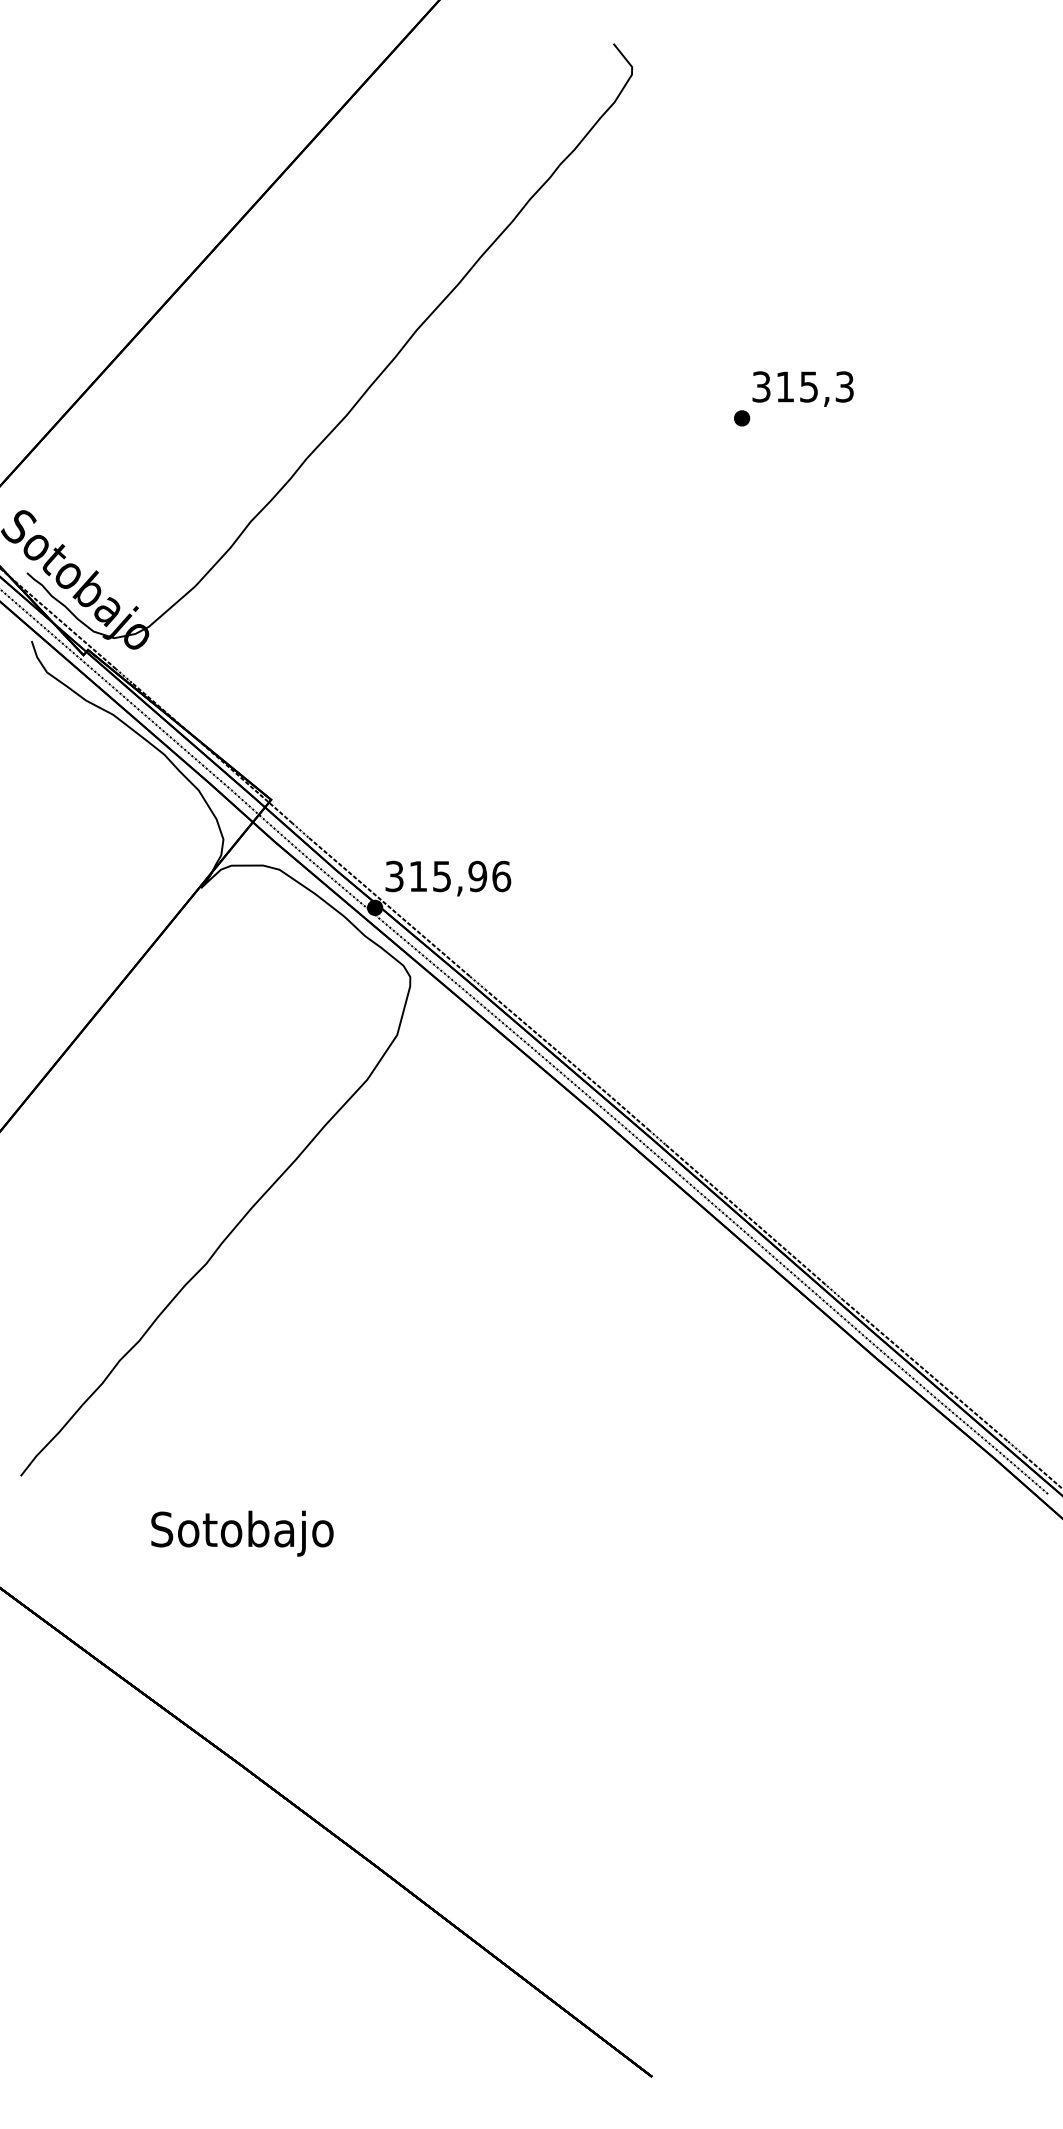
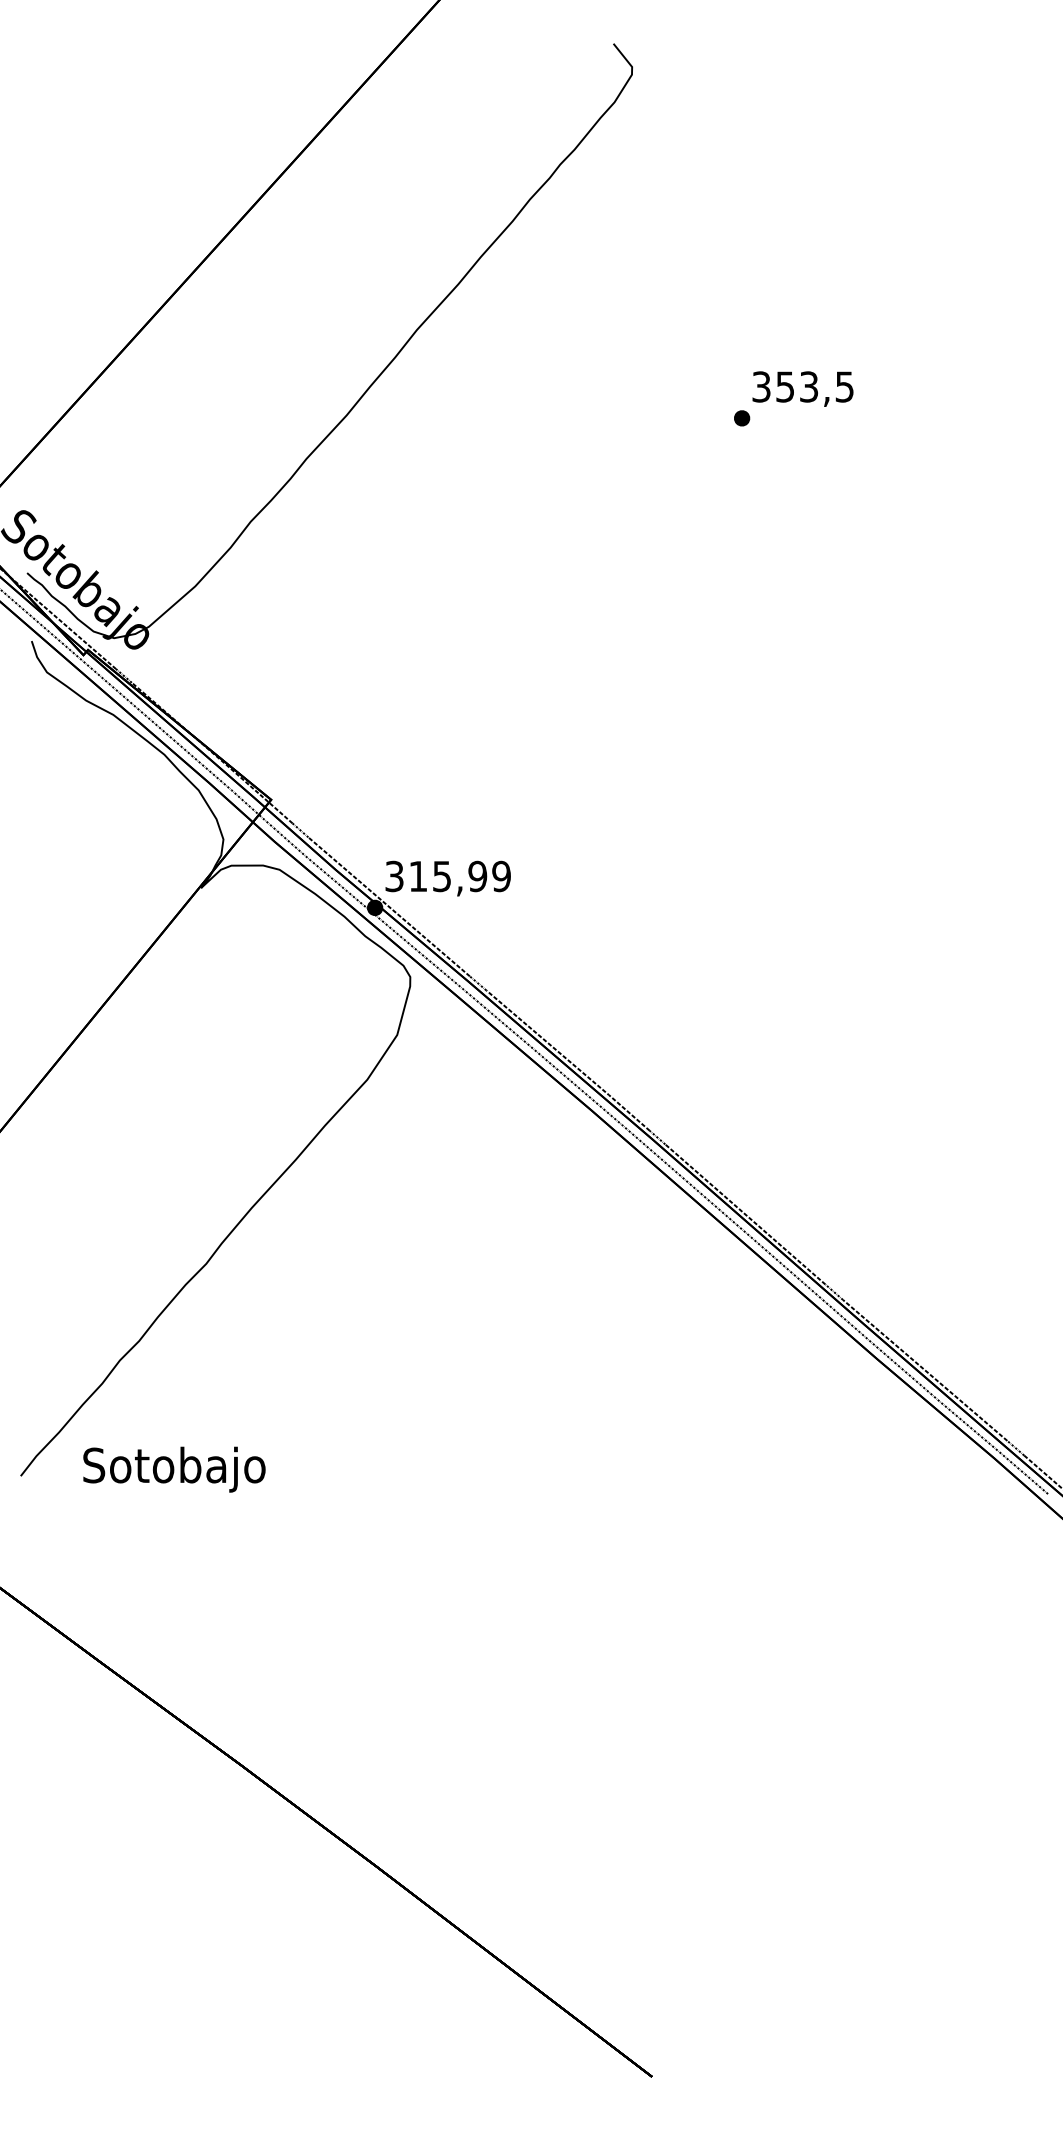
text at (814, 386): 315,3 -> 353,5
text at (501, 876): 315,96 -> 315,99
text at (242, 1533) position: (242, 1533) -> (174, 1469)
